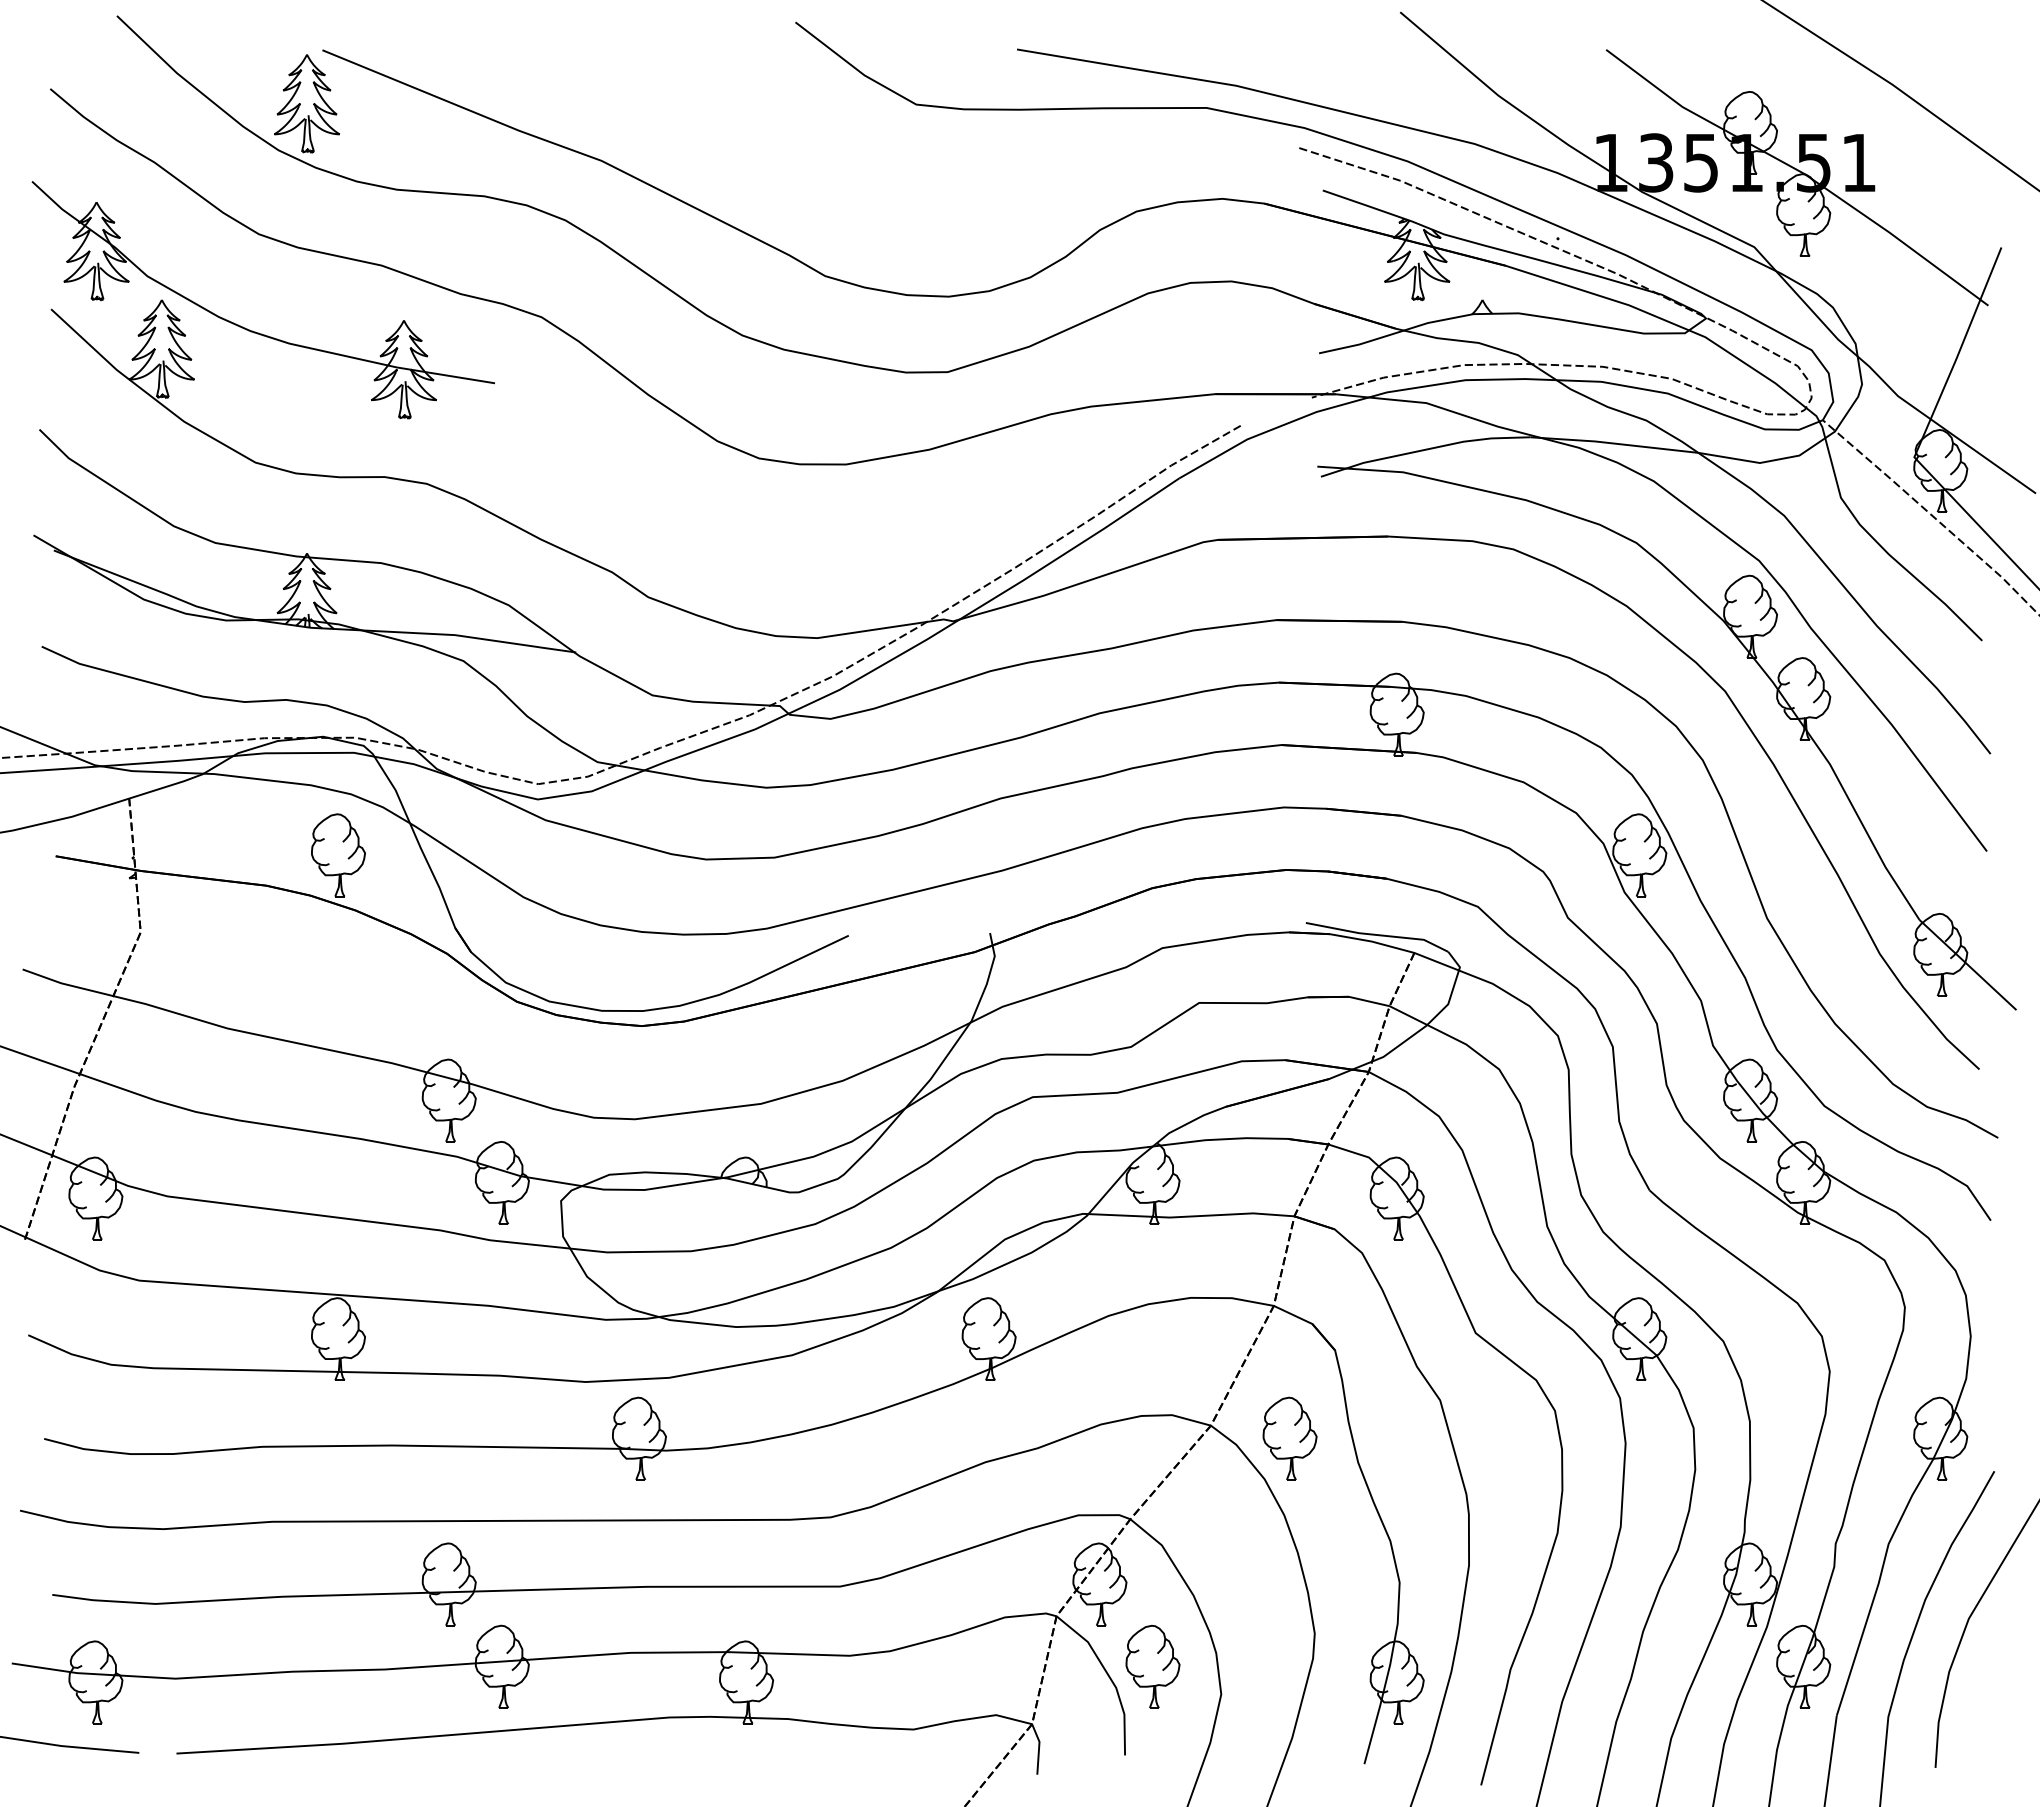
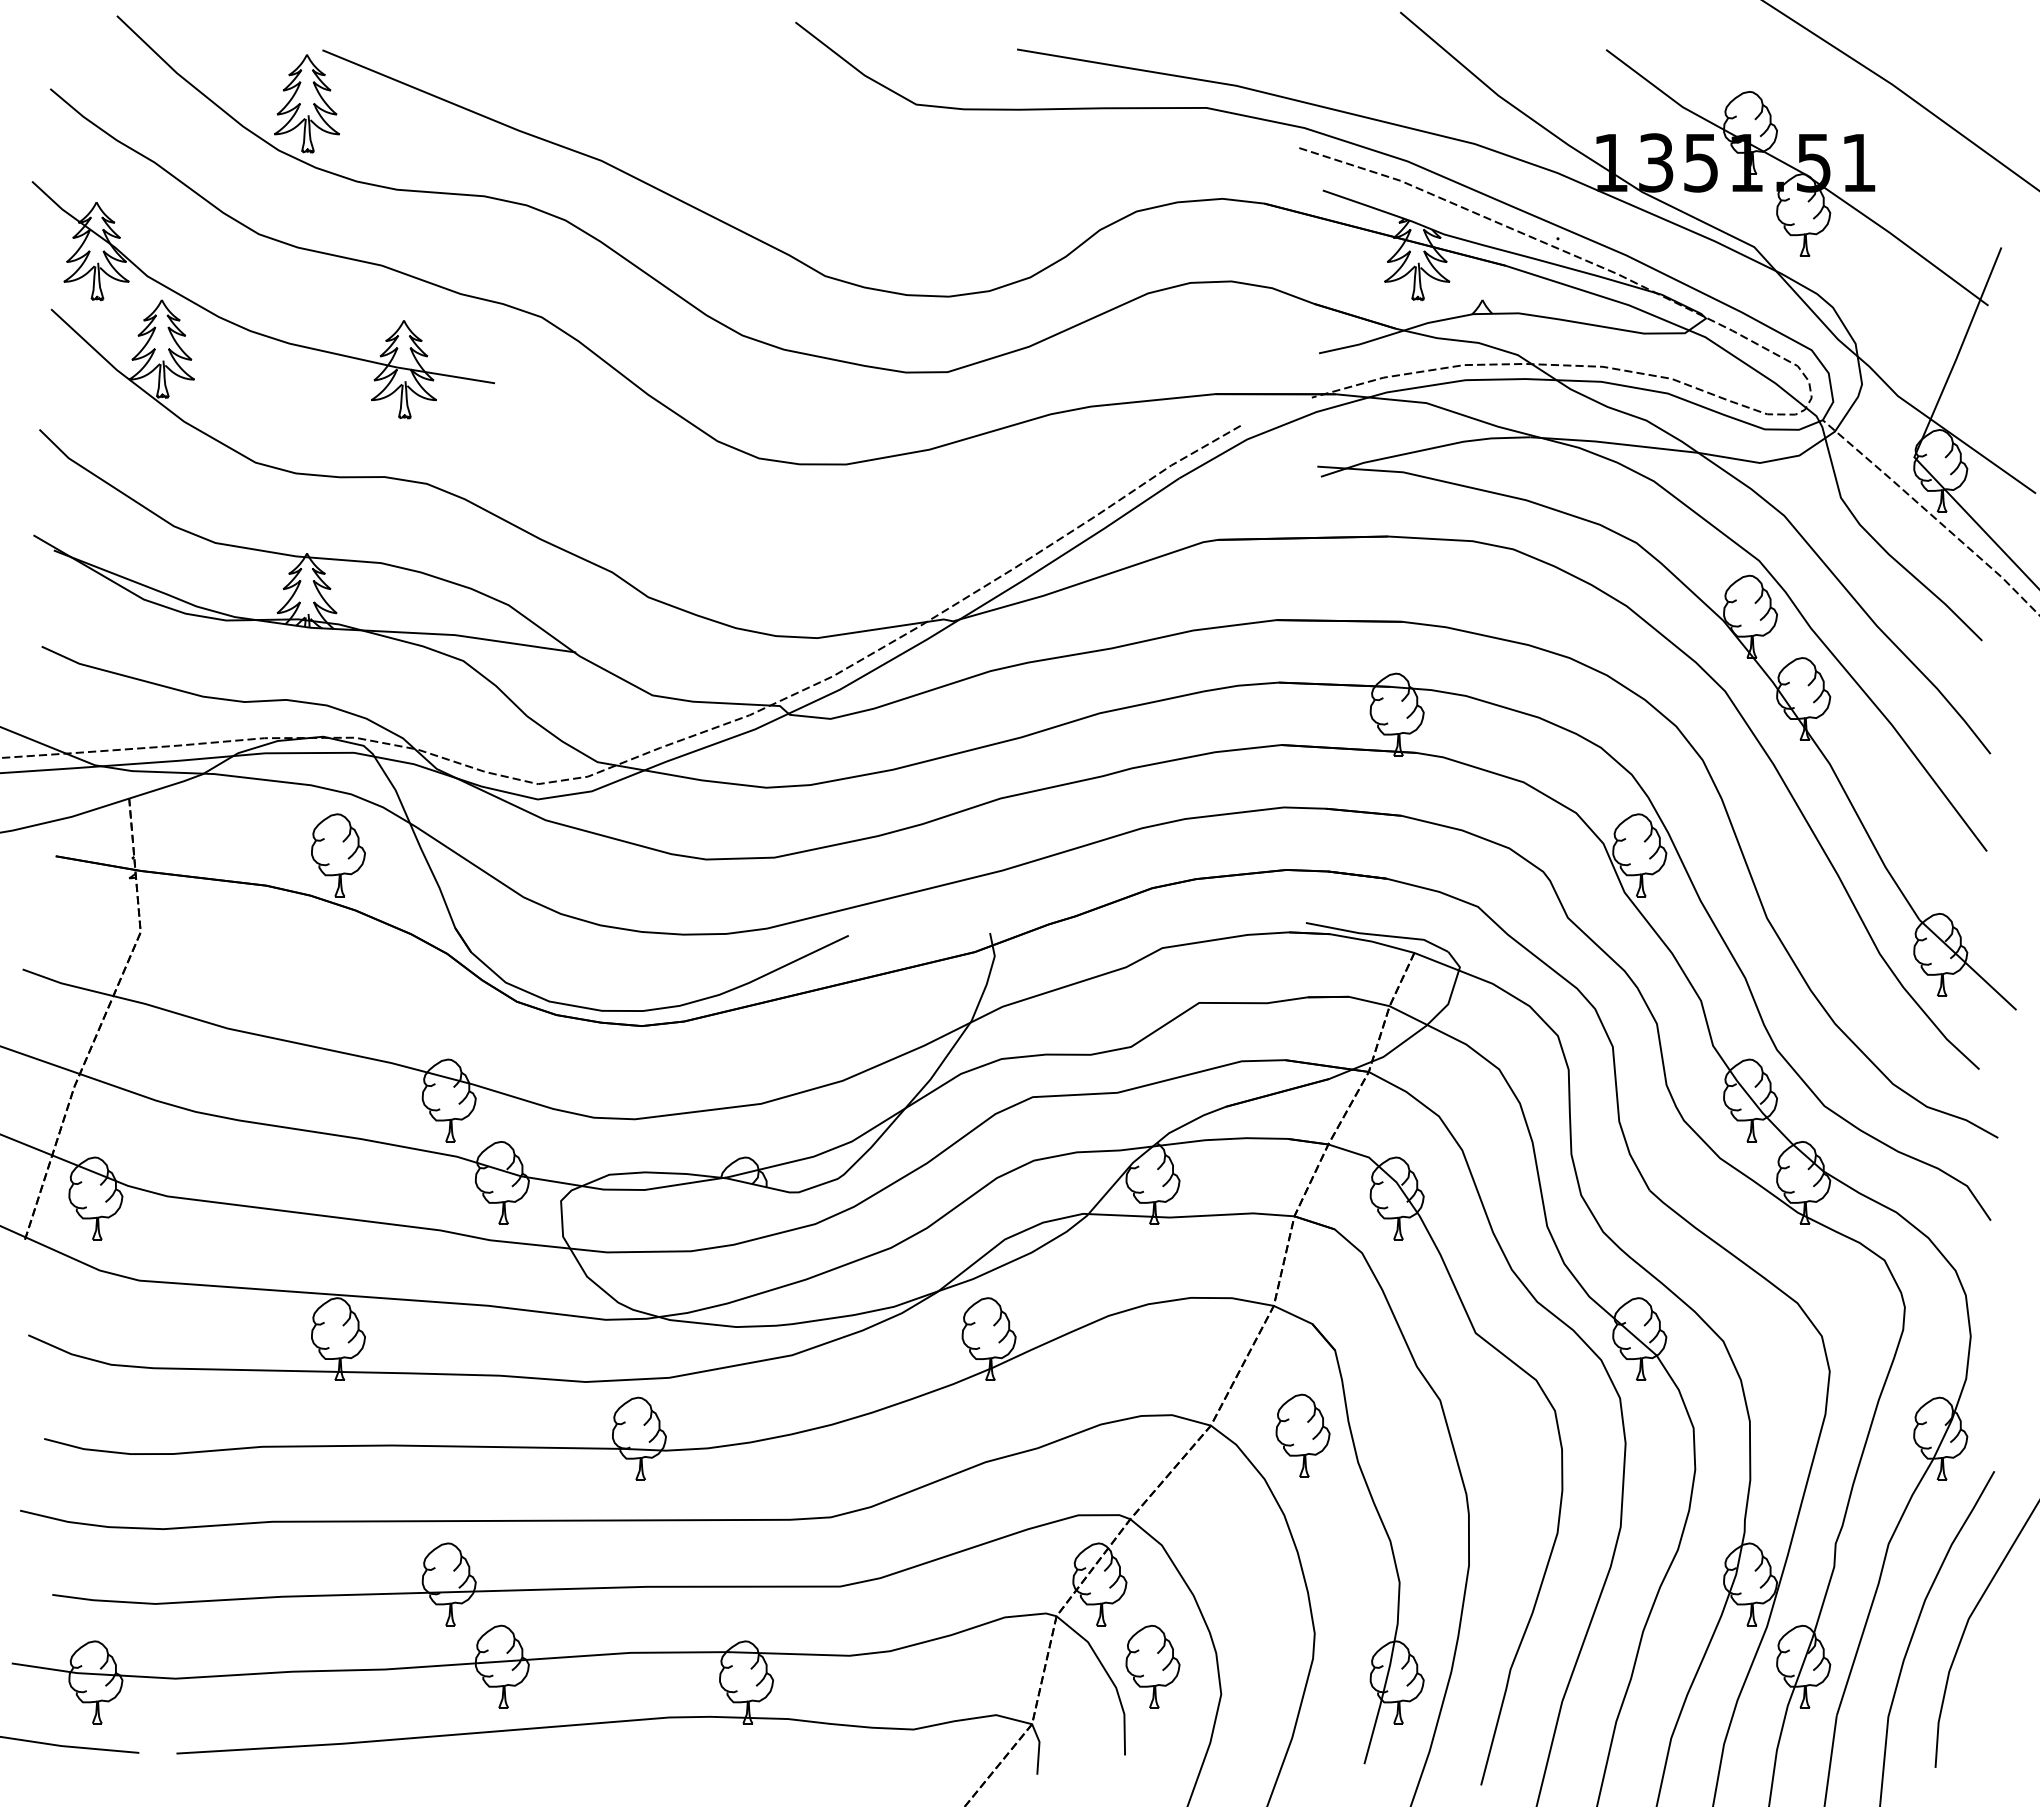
part at (1289, 1438) position: (1289, 1438) -> (1302, 1435)
